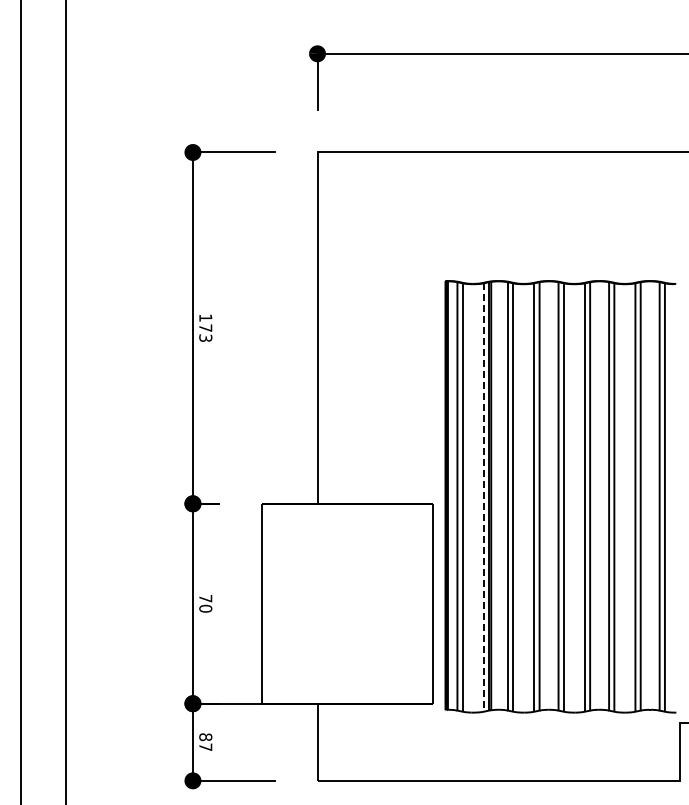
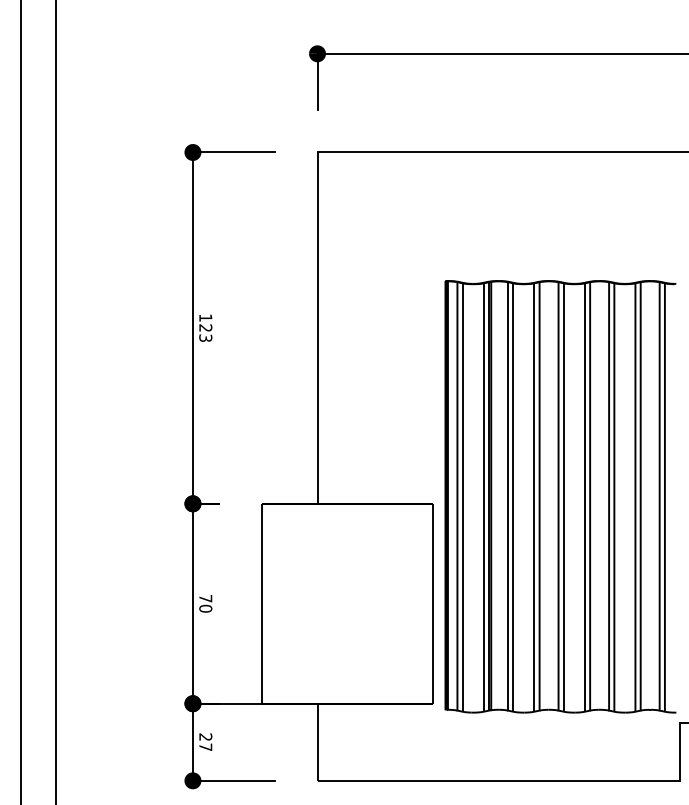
text at (205, 327): 173 -> 123
line at (66, 401) position: (66, 401) -> (56, 401)
line at (483, 496): dashed -> solid
text at (205, 737): 87 -> 27
